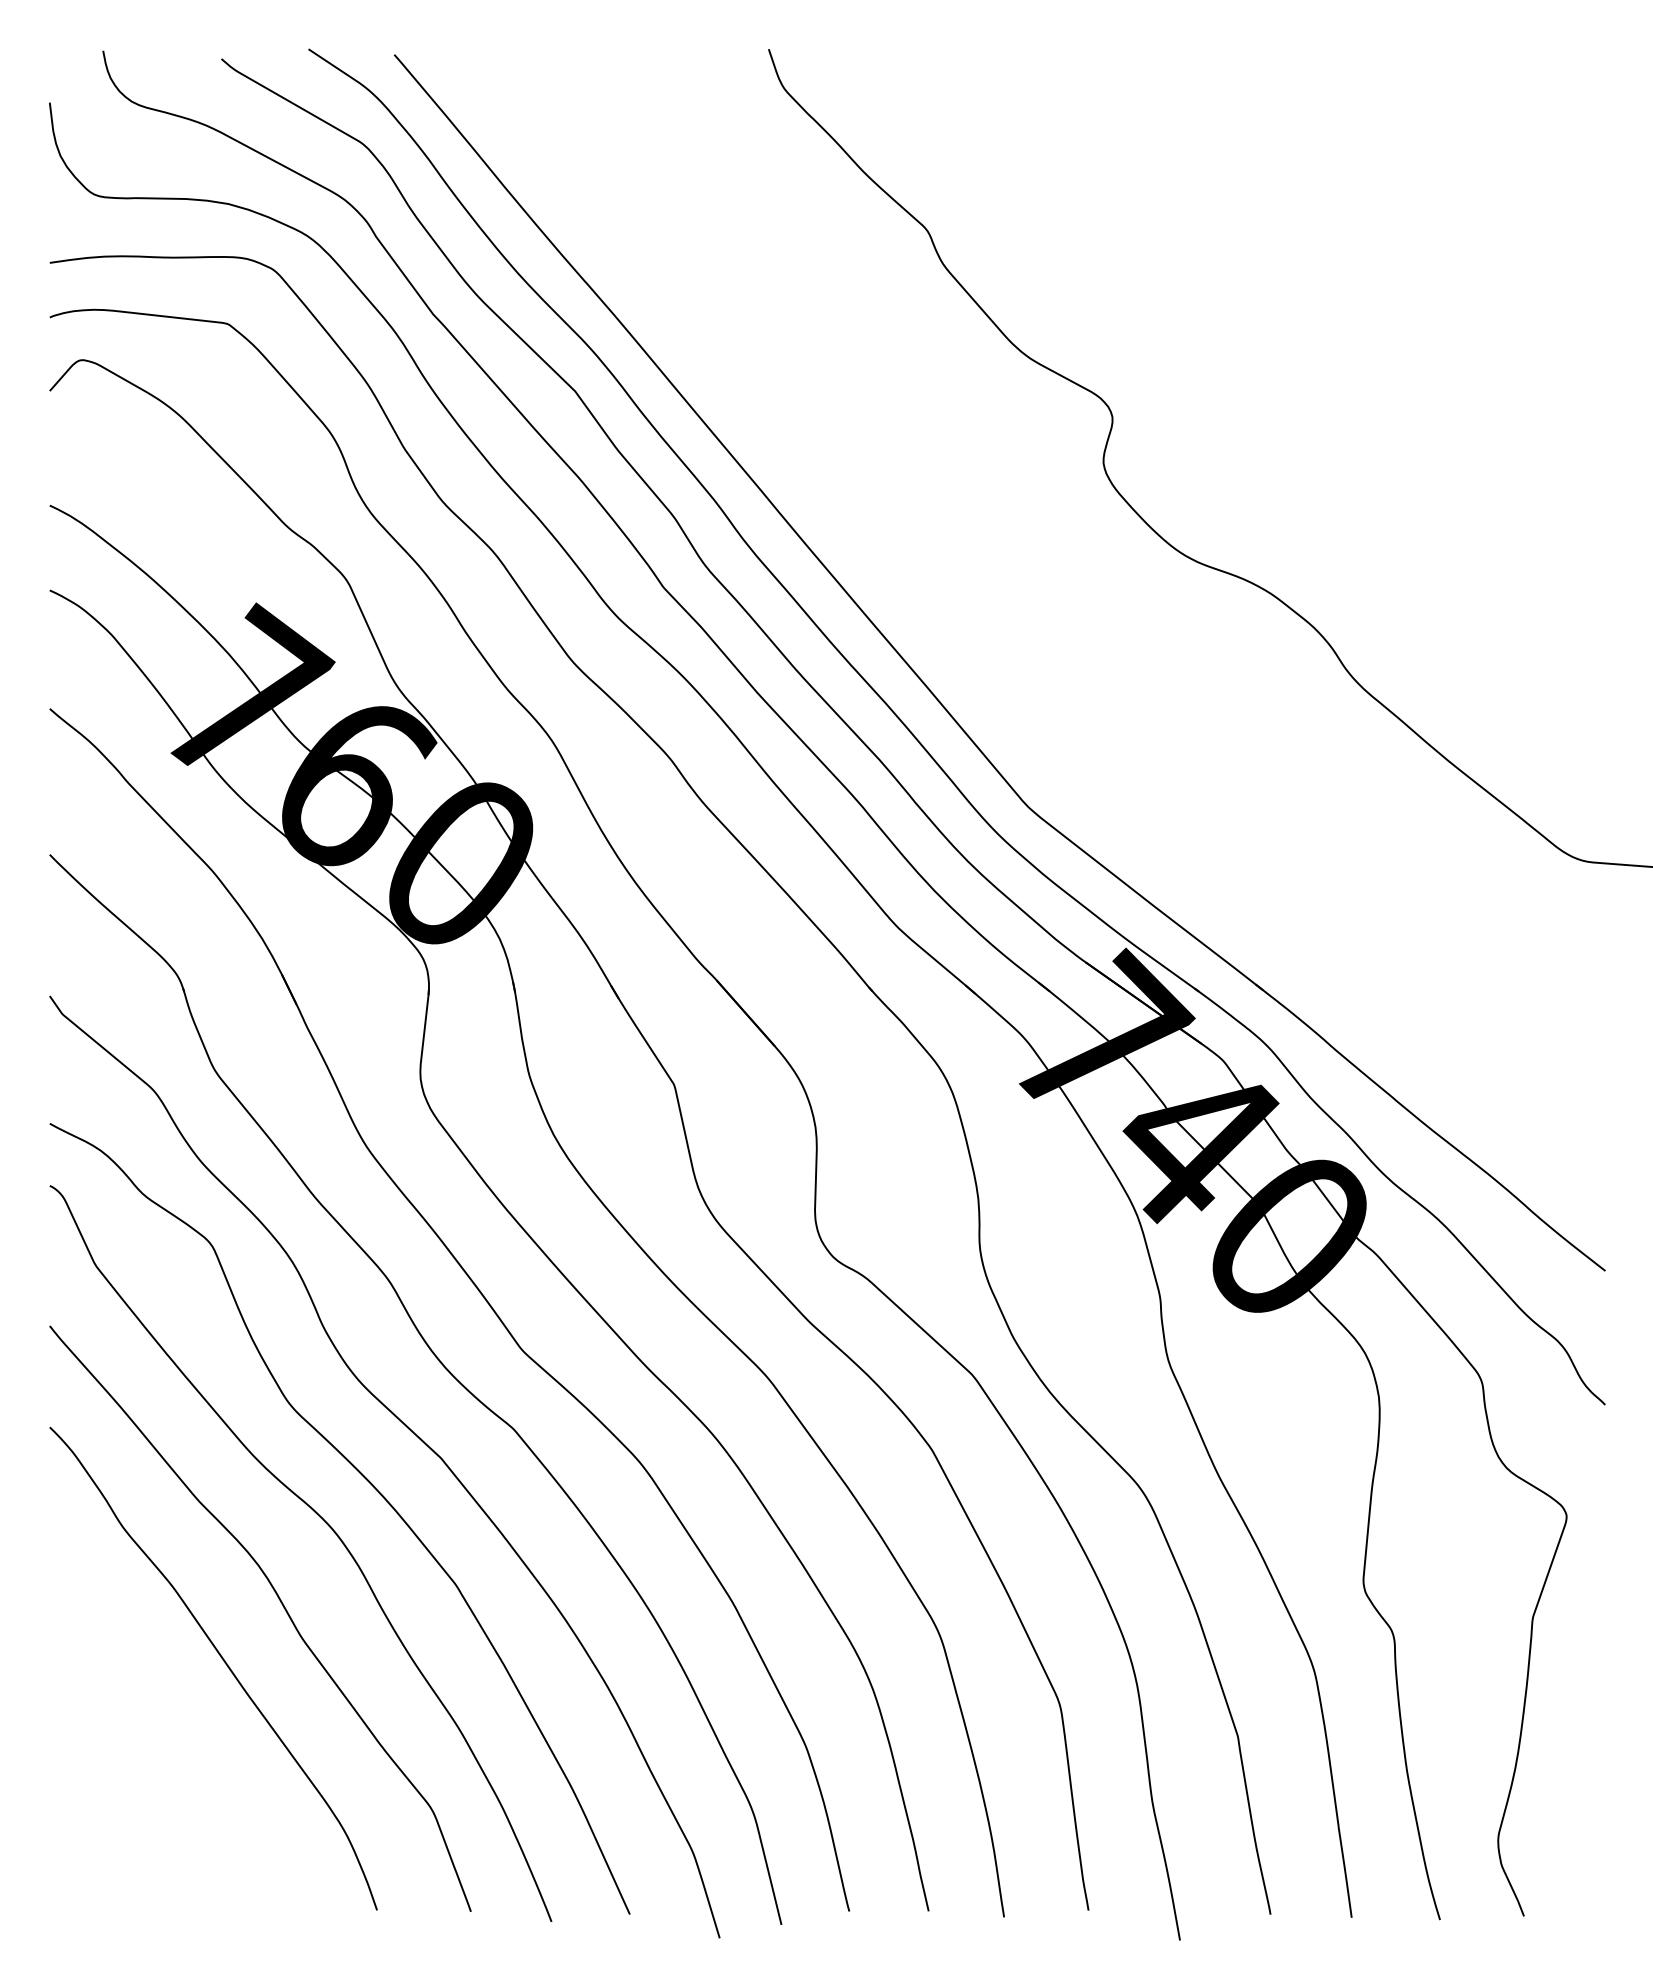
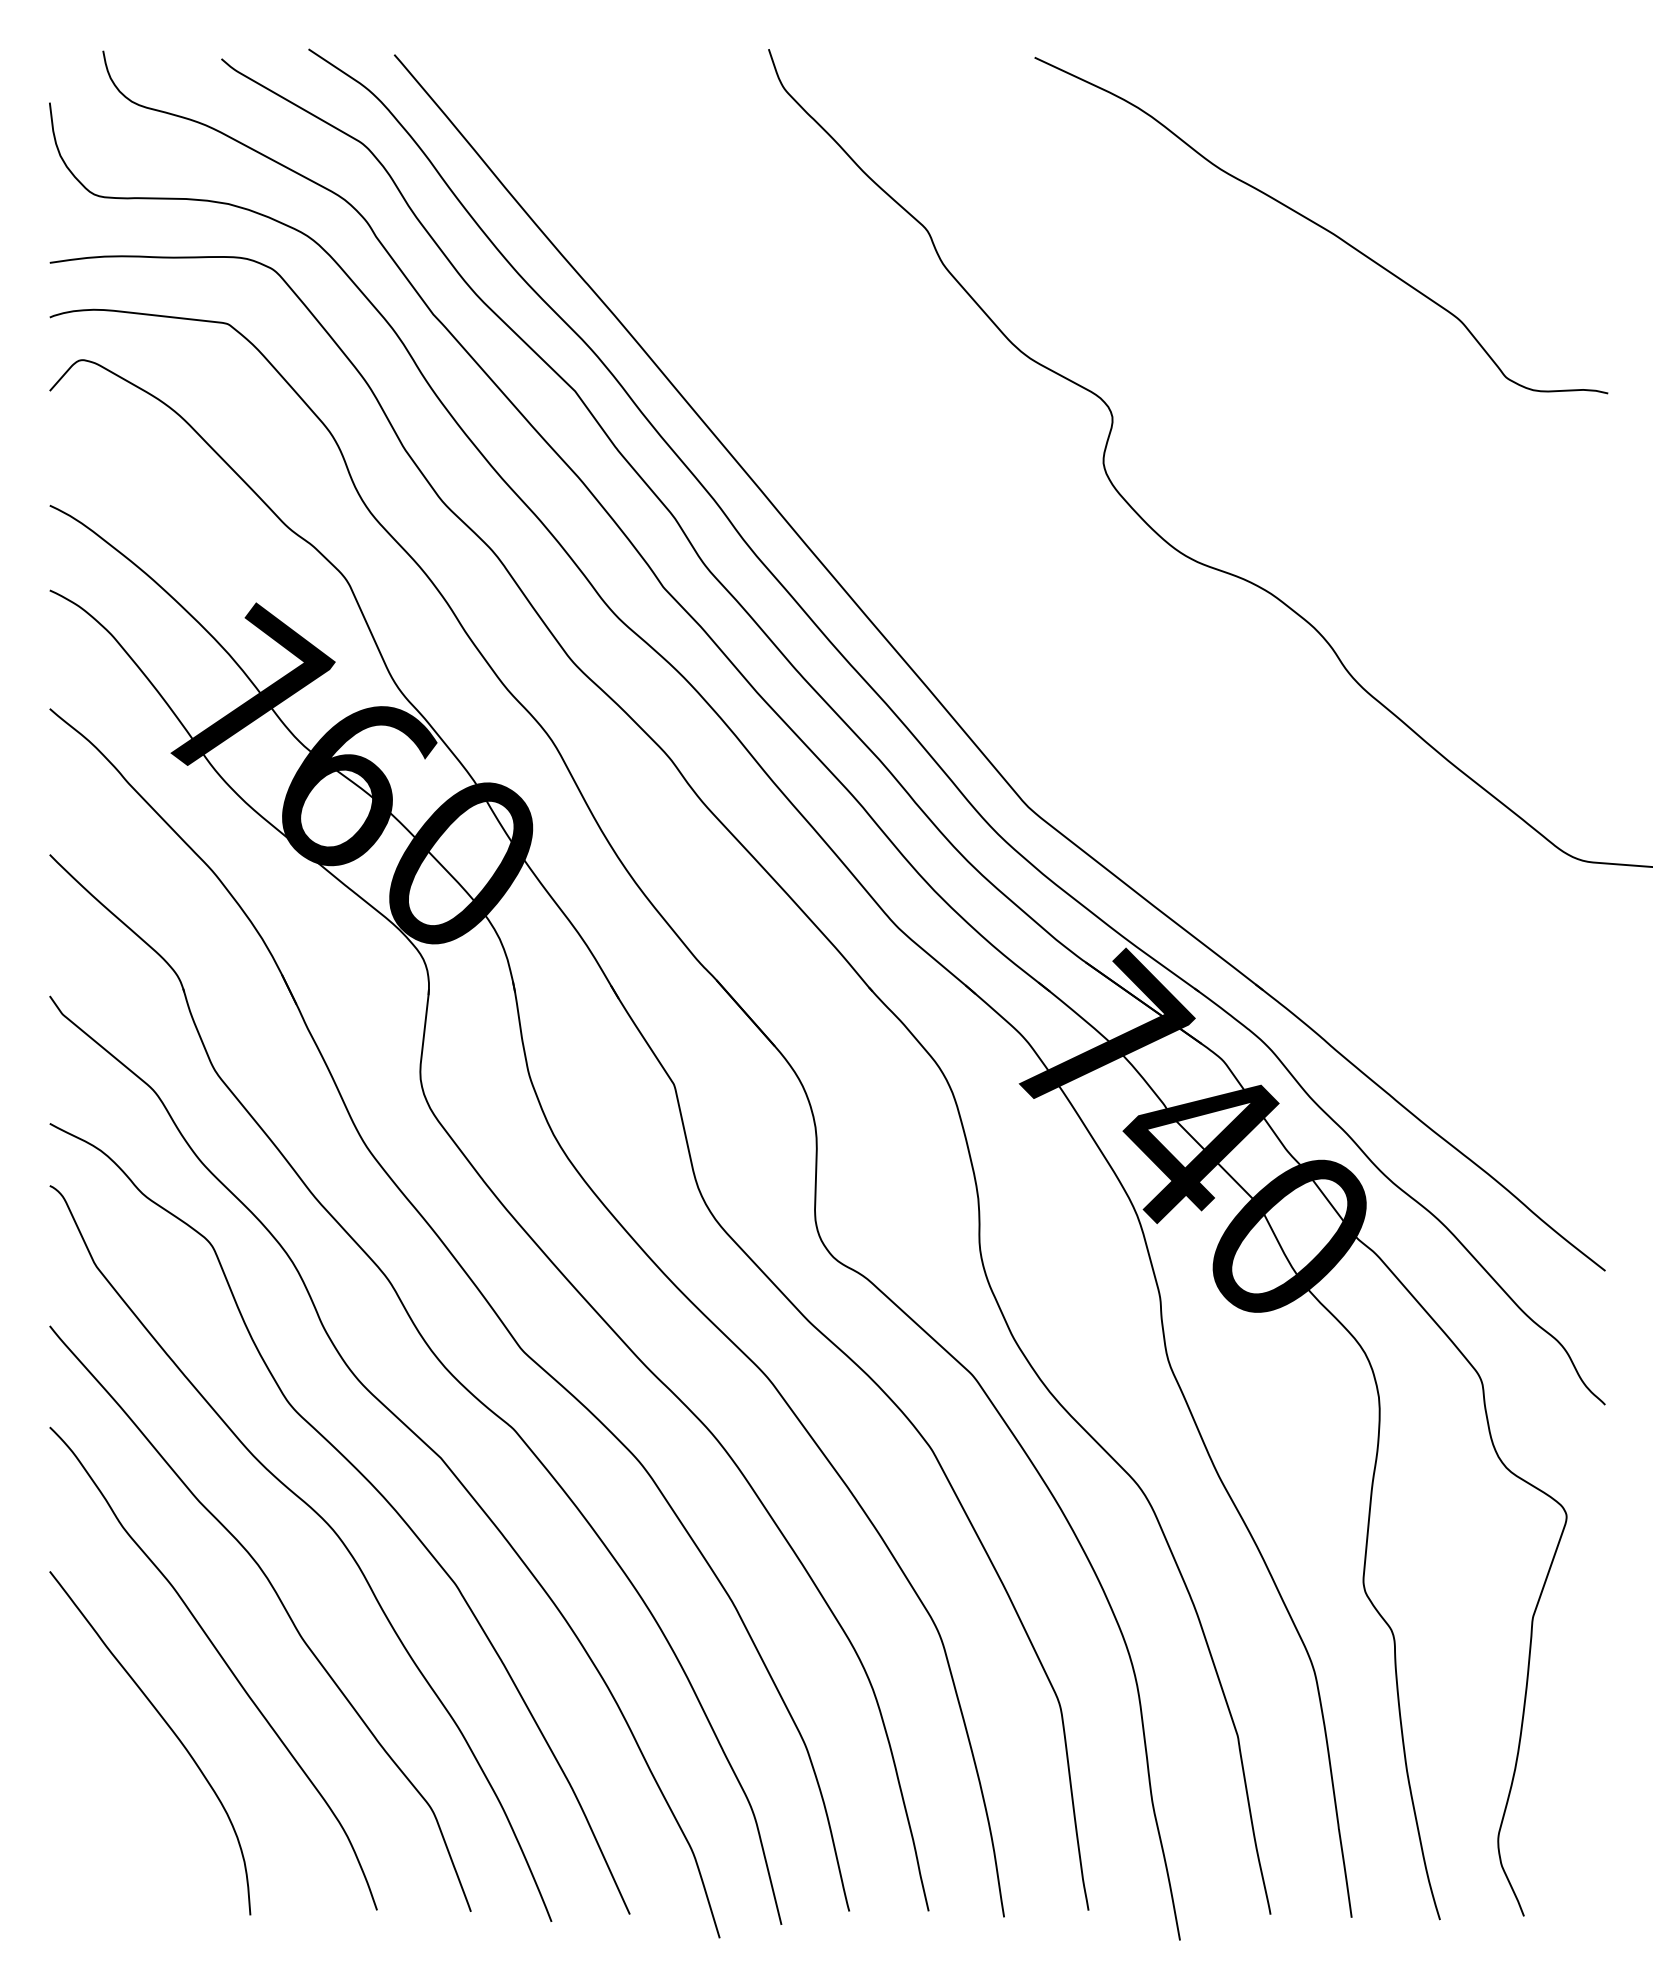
curve at (1321, 225): none -> present
curve at (168, 1727): none -> present
